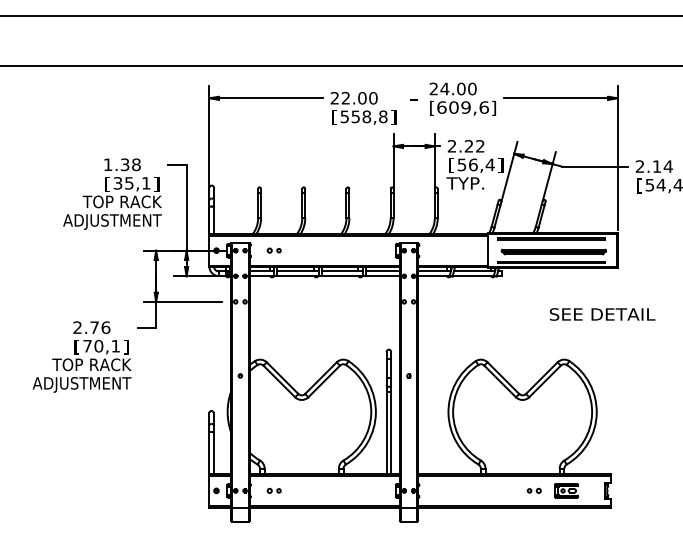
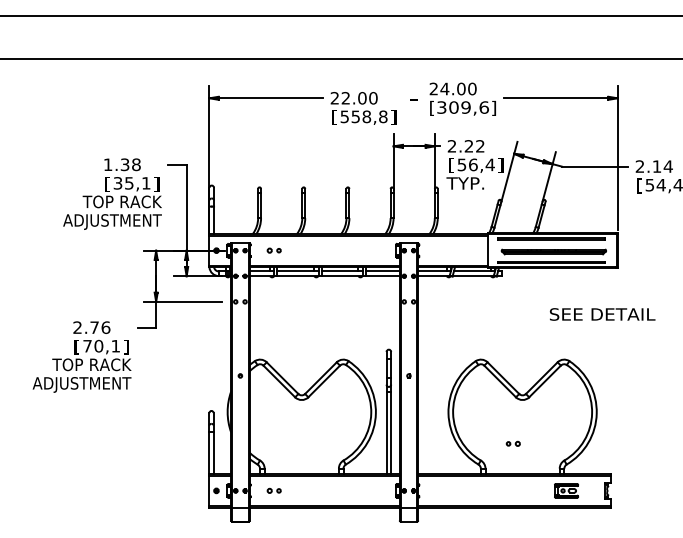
line at (340, 65) position: (340, 65) -> (340, 58)
text at (441, 107): [609,6] -> [309,6]
part at (533, 490) position: (533, 490) -> (512, 443)
